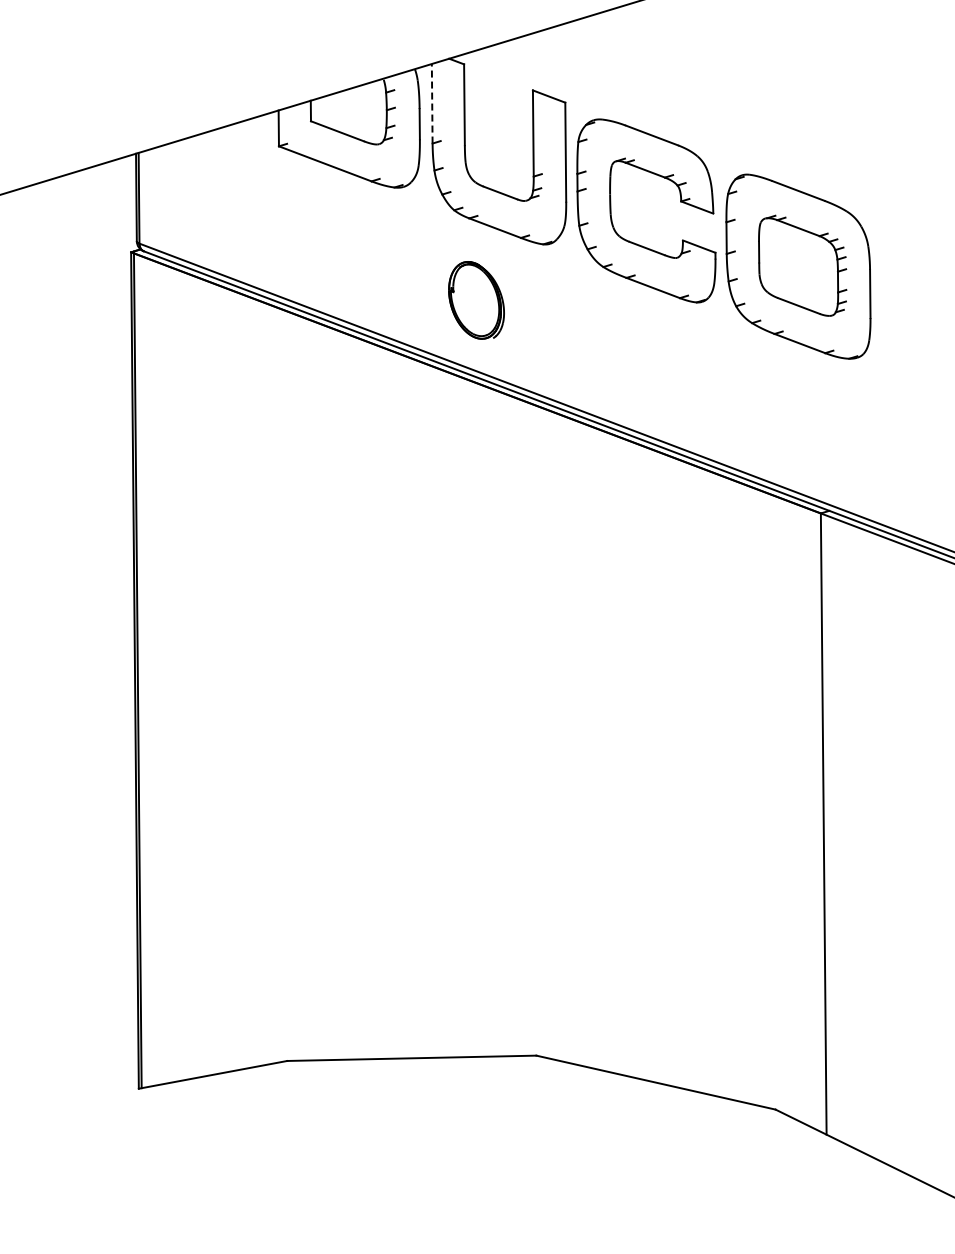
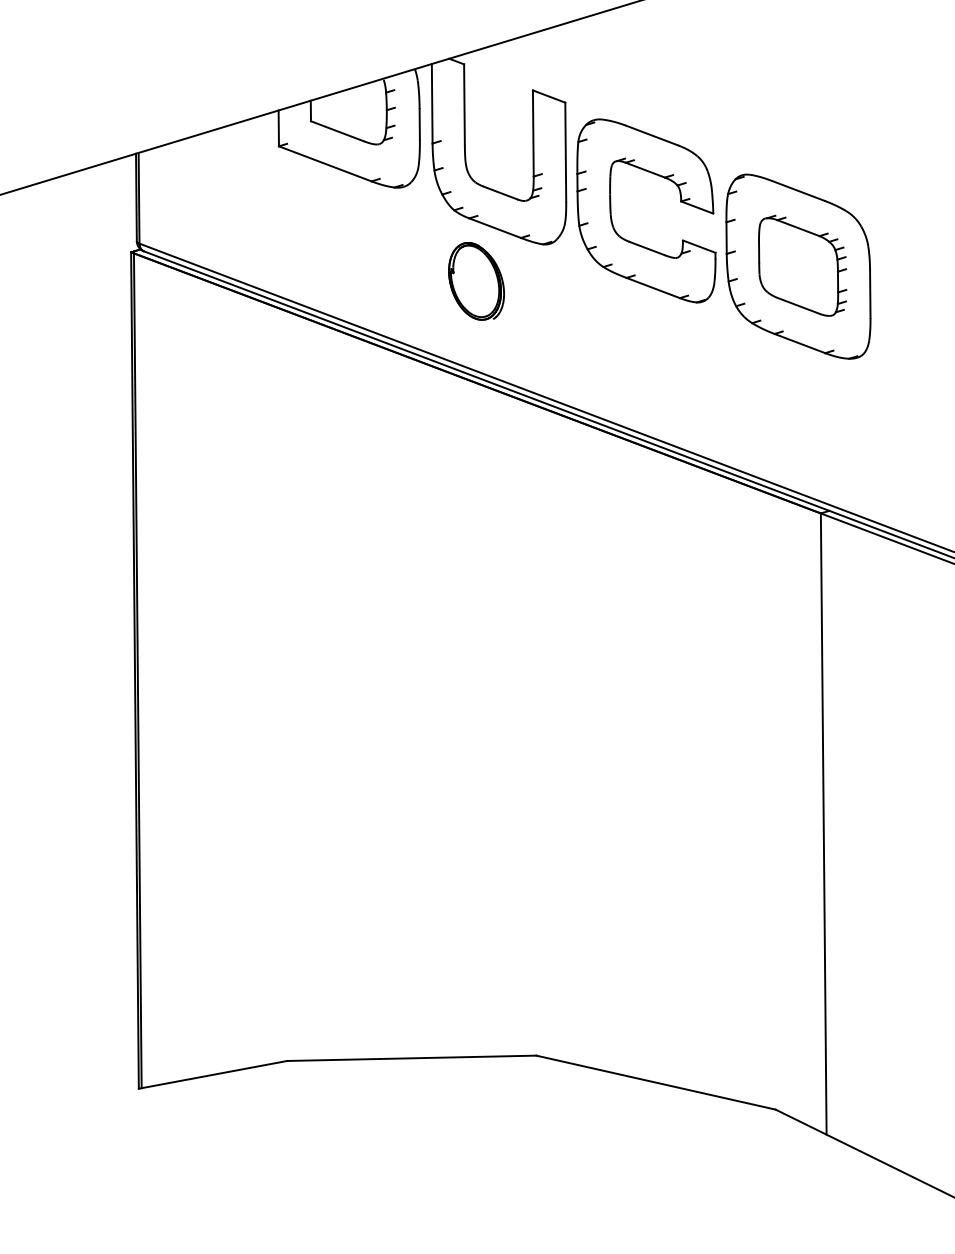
line at (432, 103): dashed -> solid
part at (476, 300) position: (476, 300) -> (476, 281)
